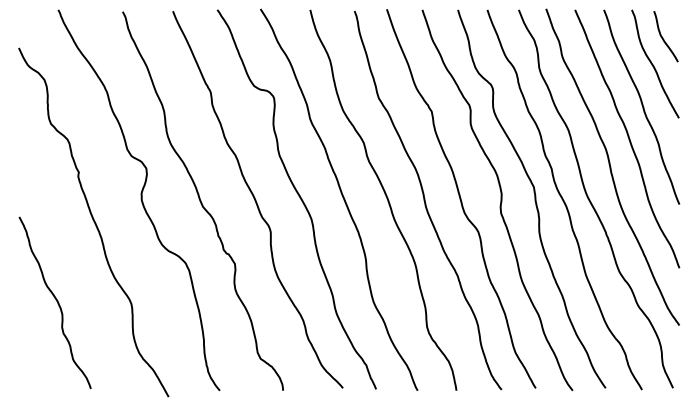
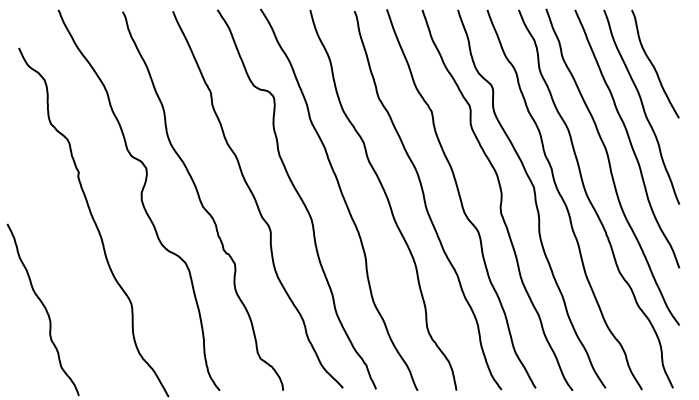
curve at (663, 37): present -> none
curve at (55, 300) position: (55, 300) -> (43, 307)
